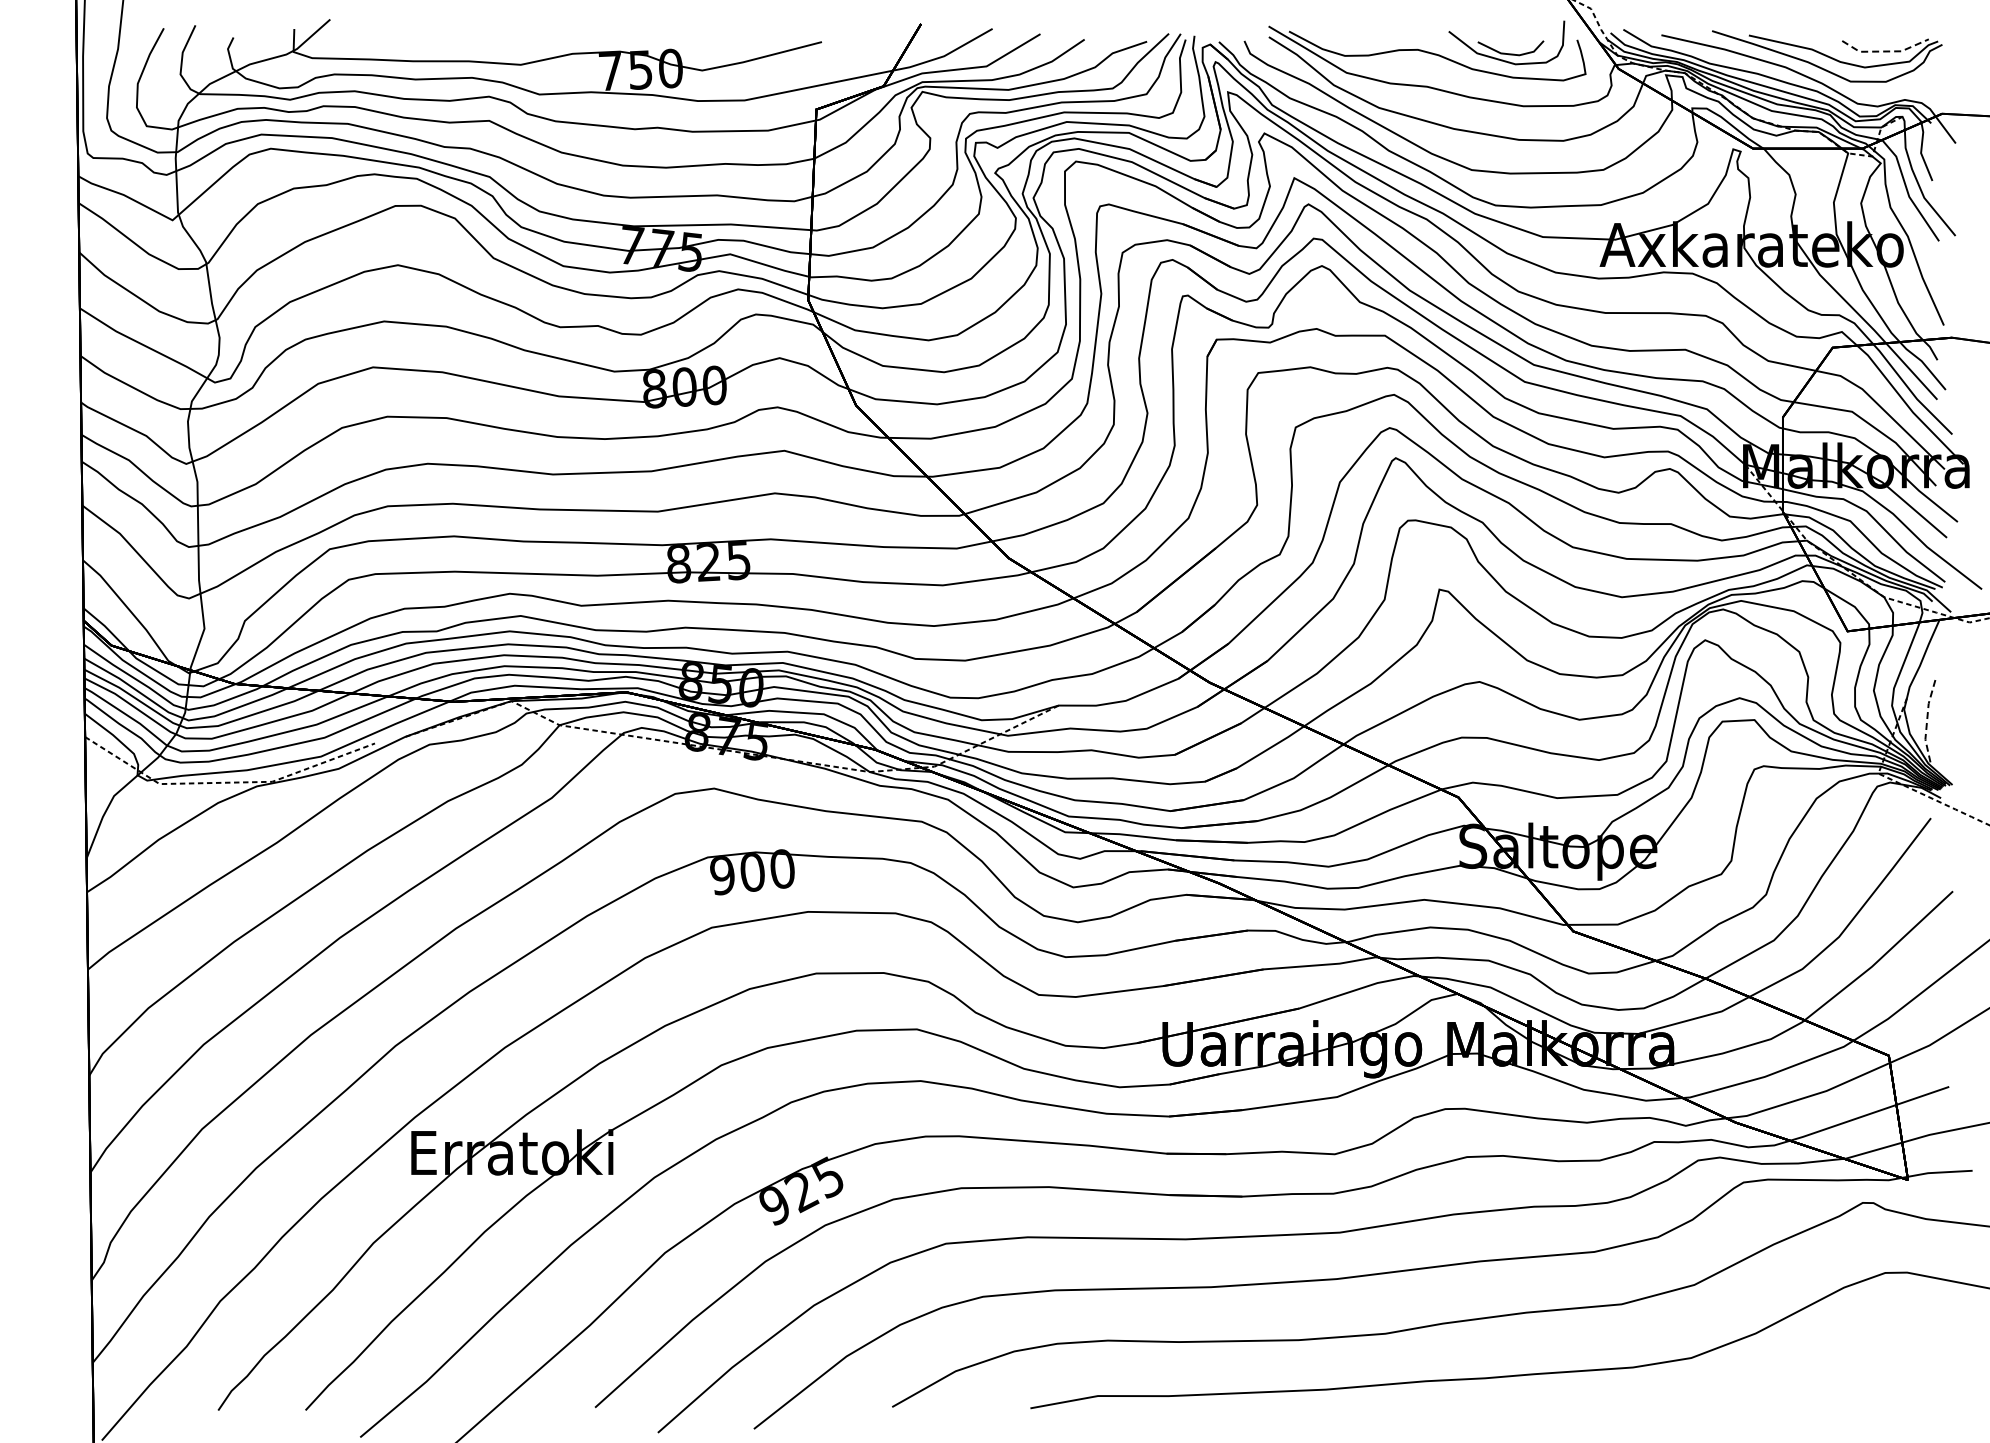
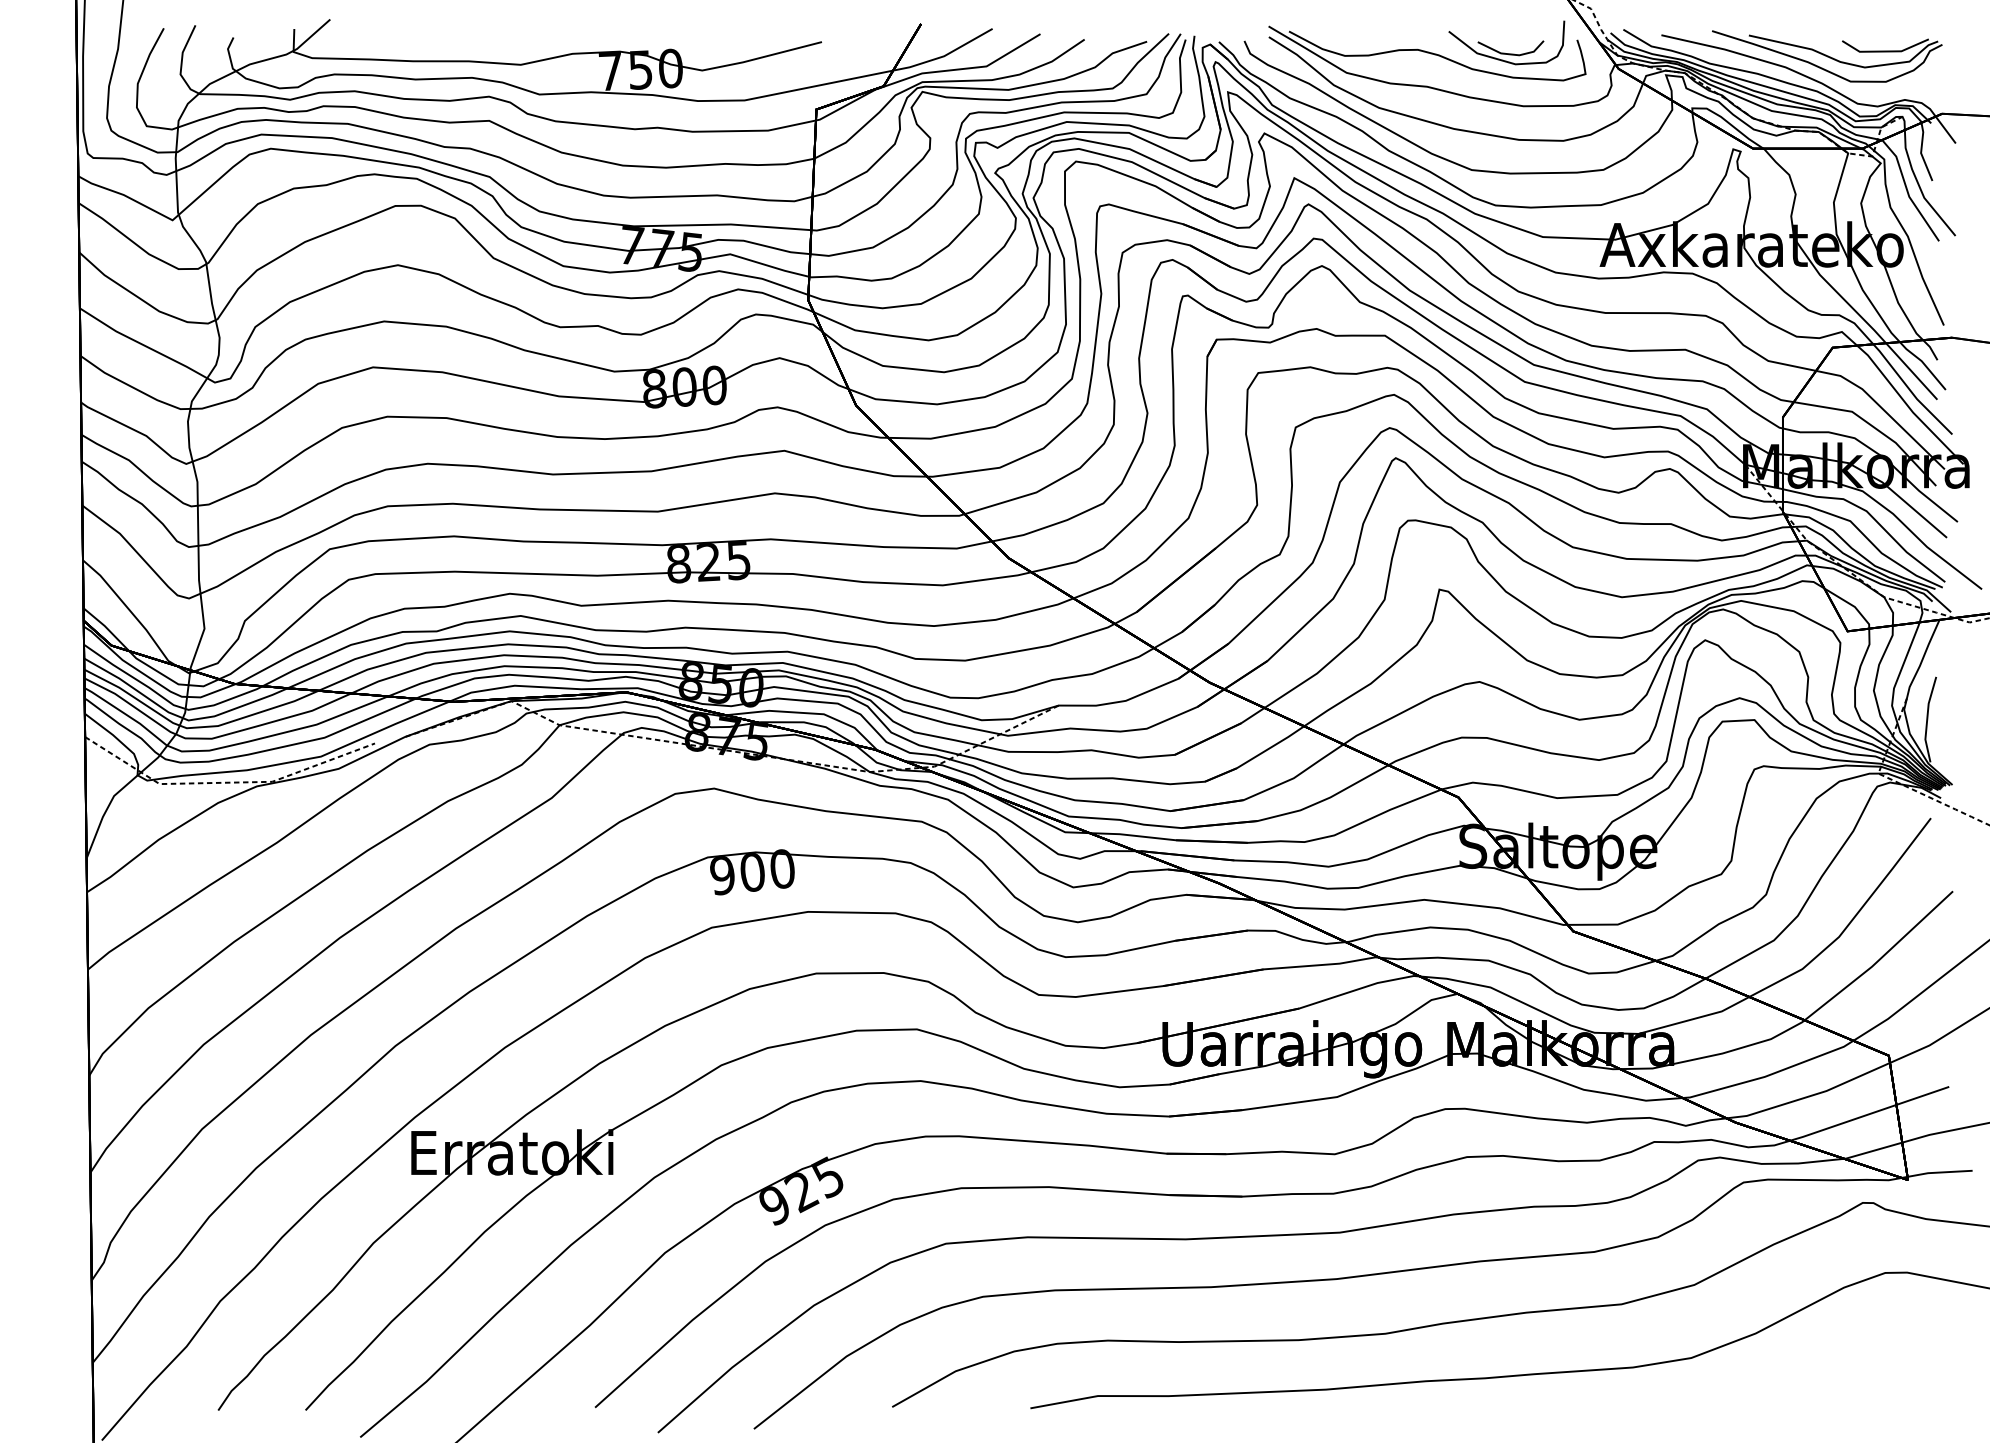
line at (1885, 51): dashed -> solid
line at (1927, 719): dashed -> solid
